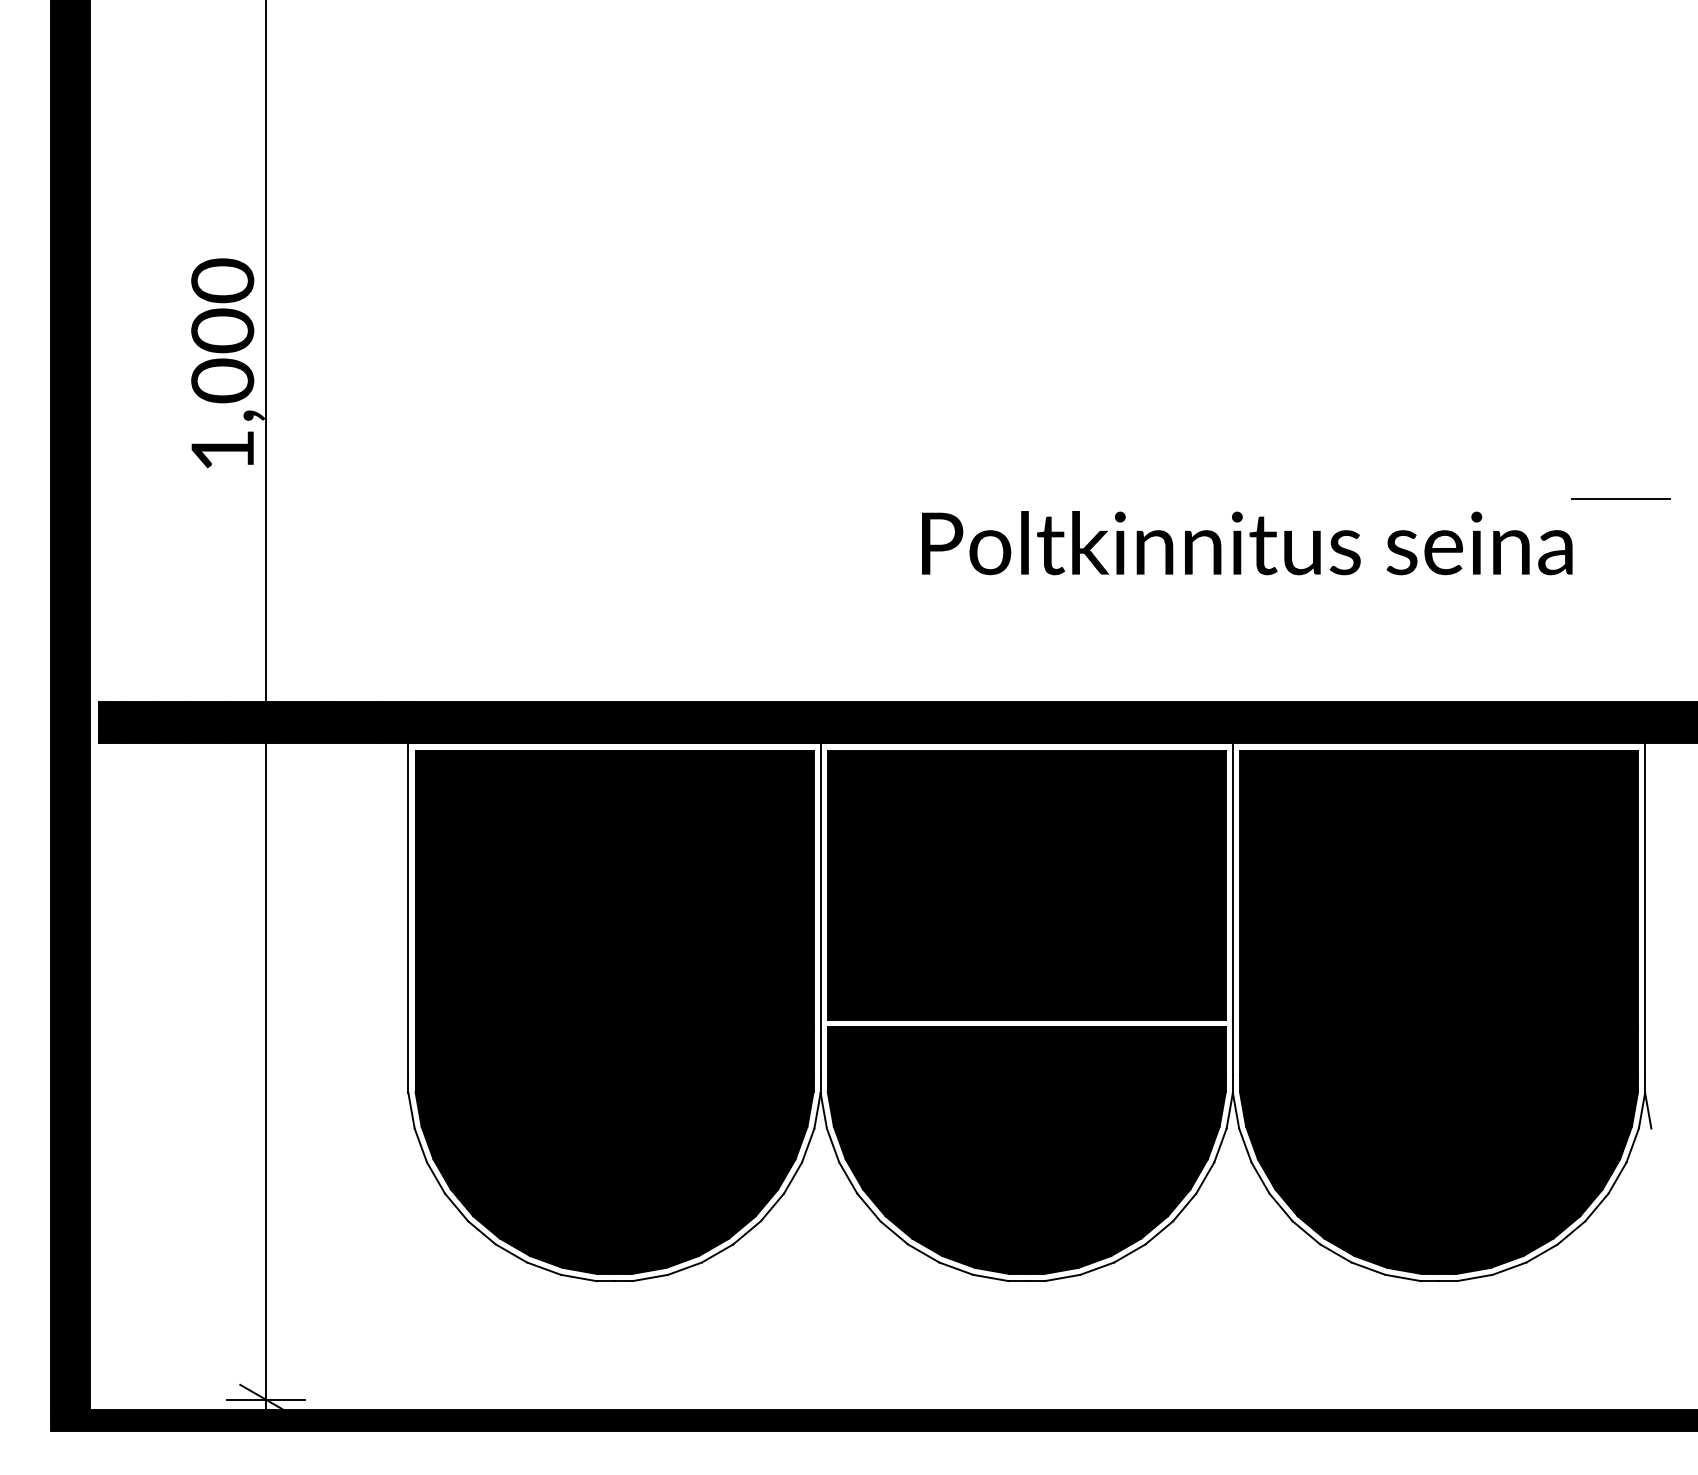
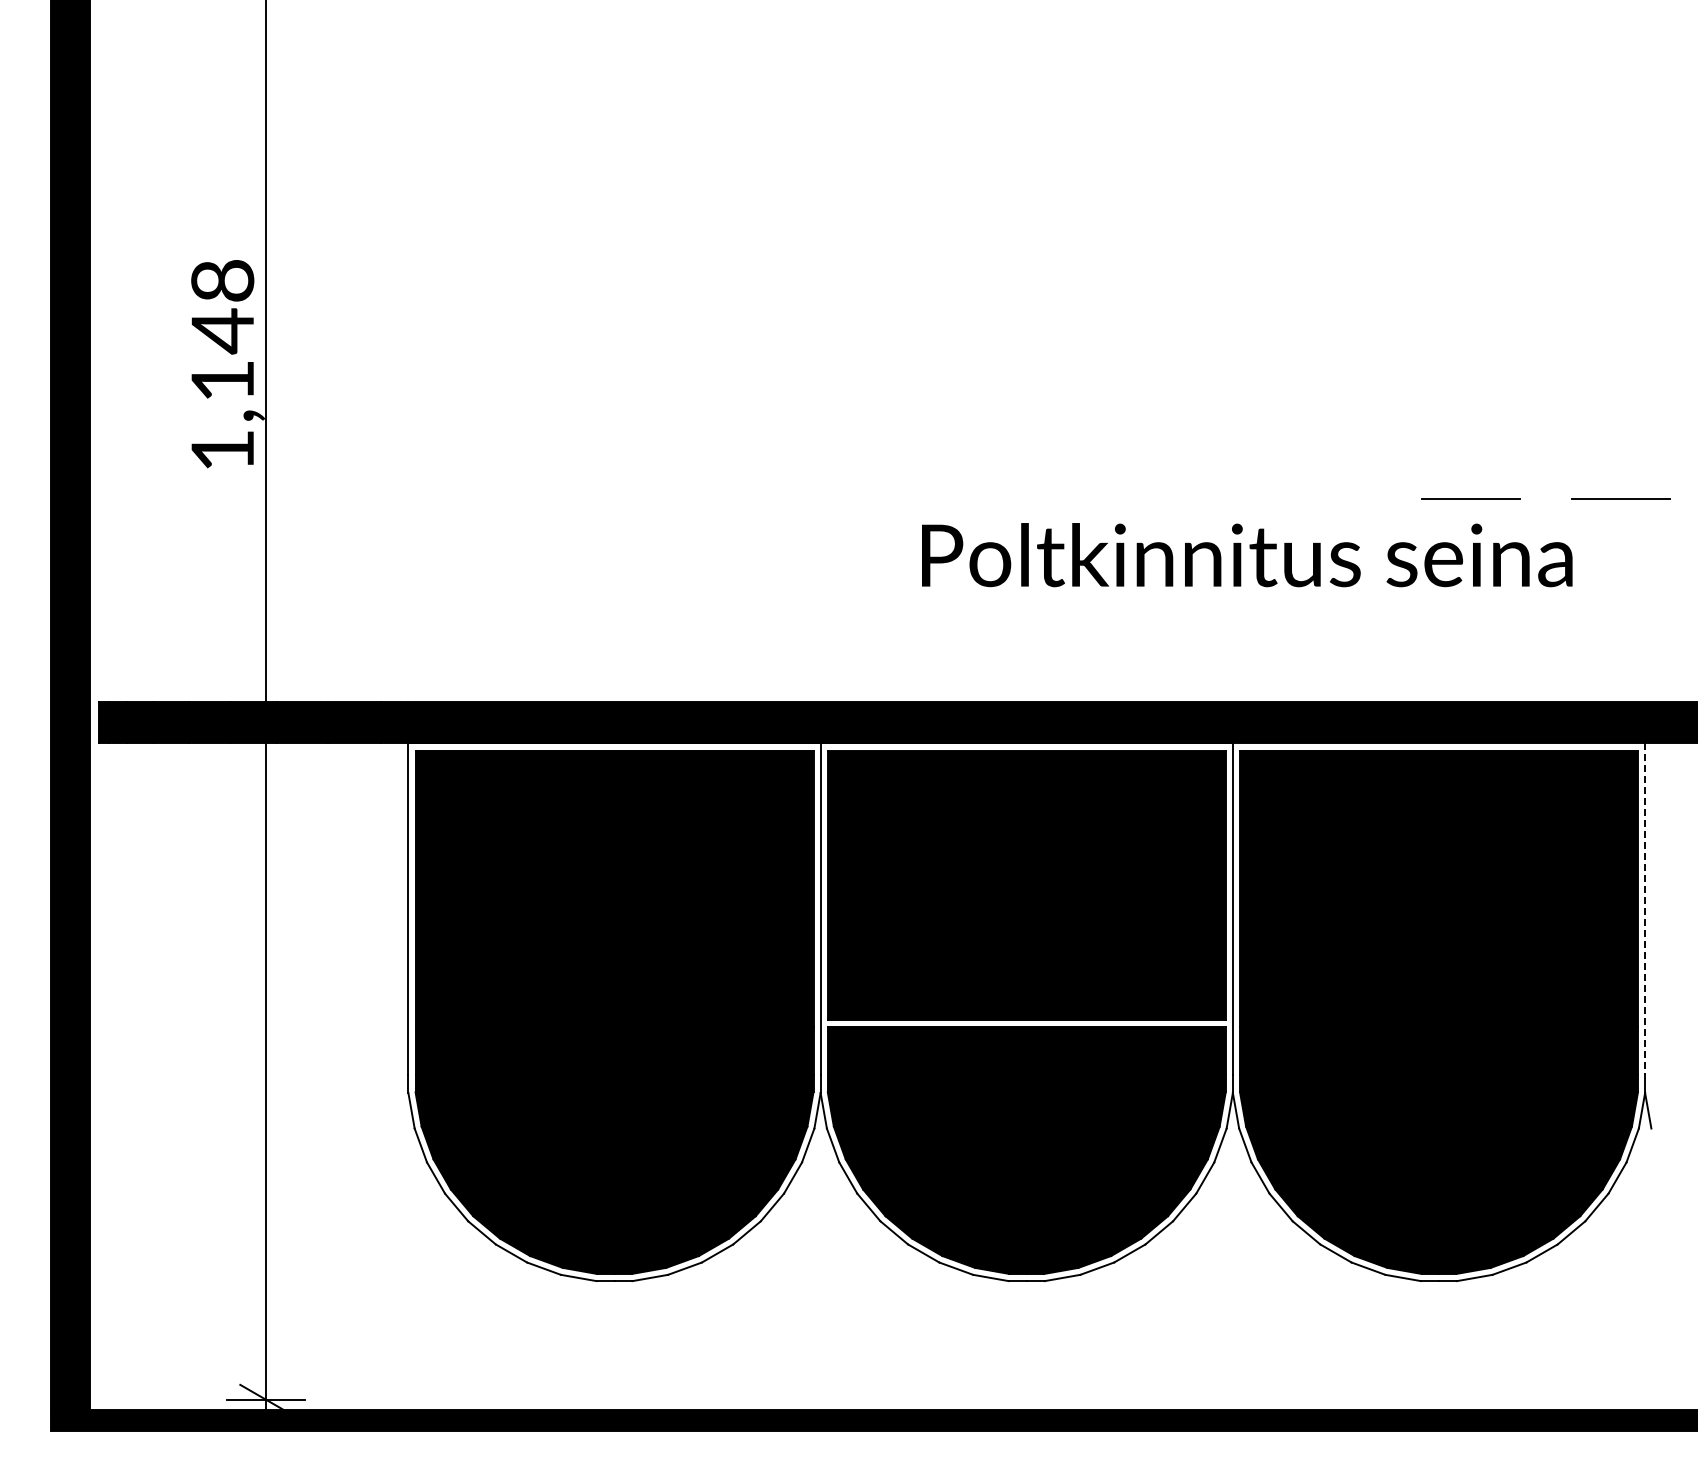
text at (222, 330): 1,000 -> 1,148
line at (1470, 498): none -> present
text at (1247, 543) position: (1247, 543) -> (1247, 555)
line at (1645, 909): solid -> dashed
